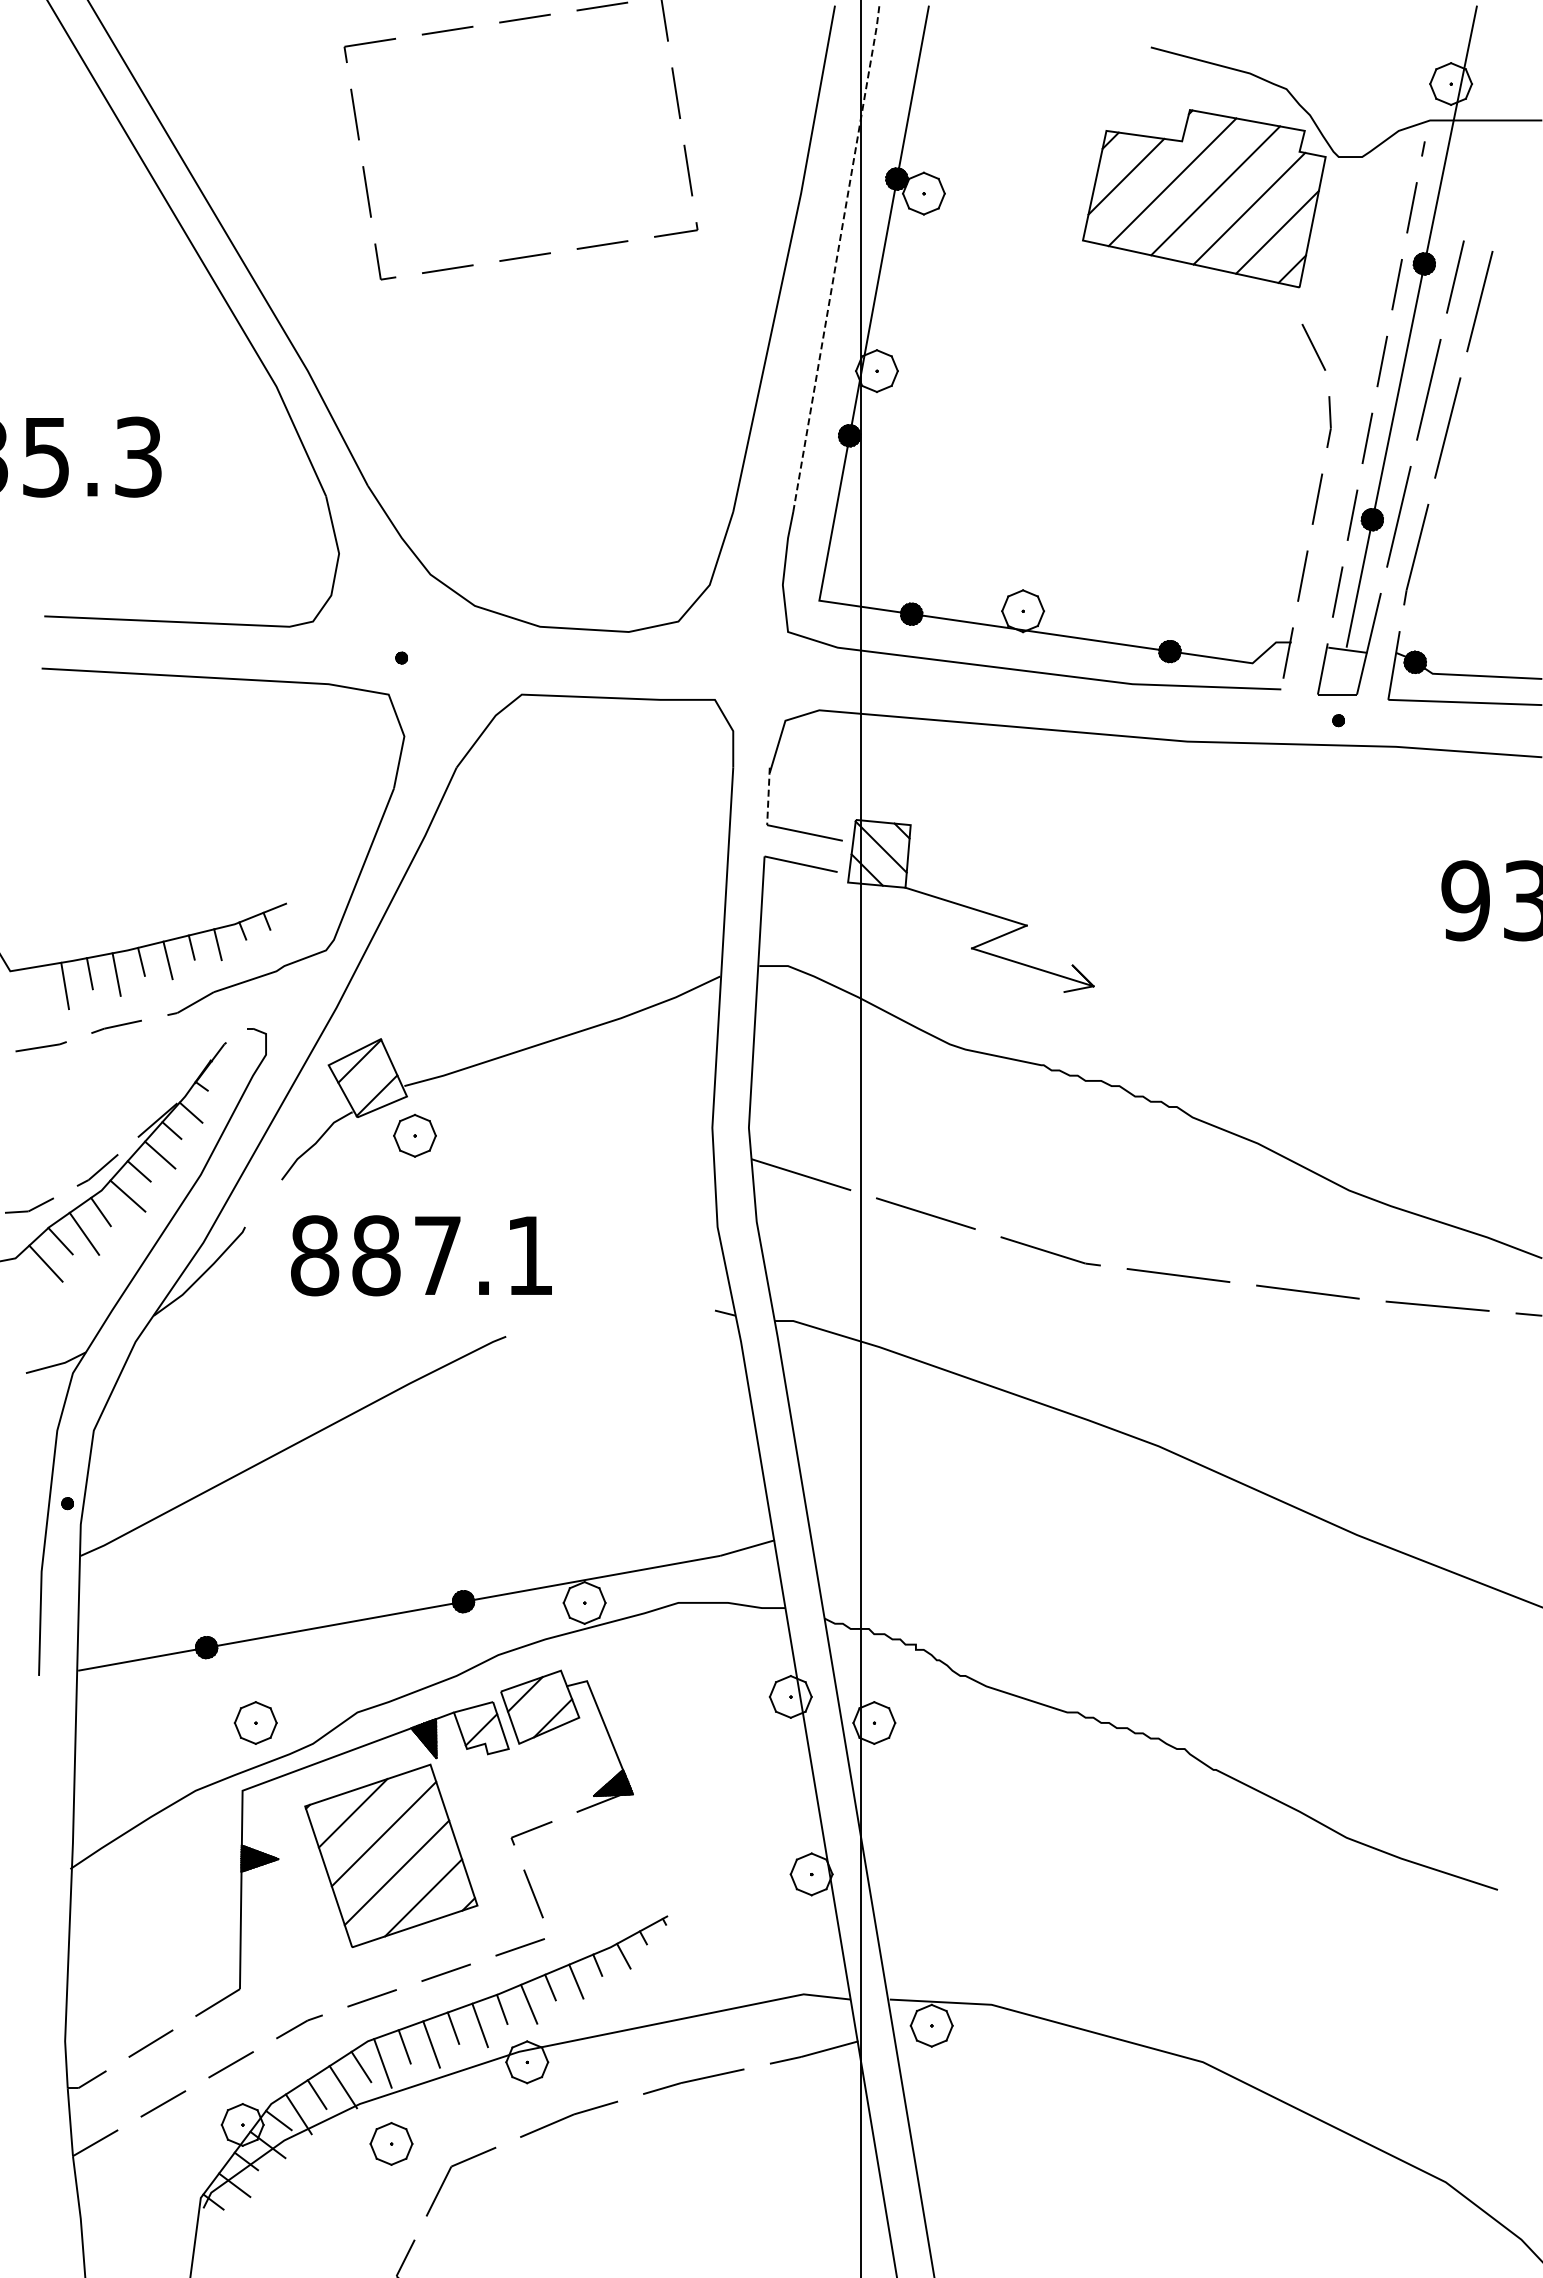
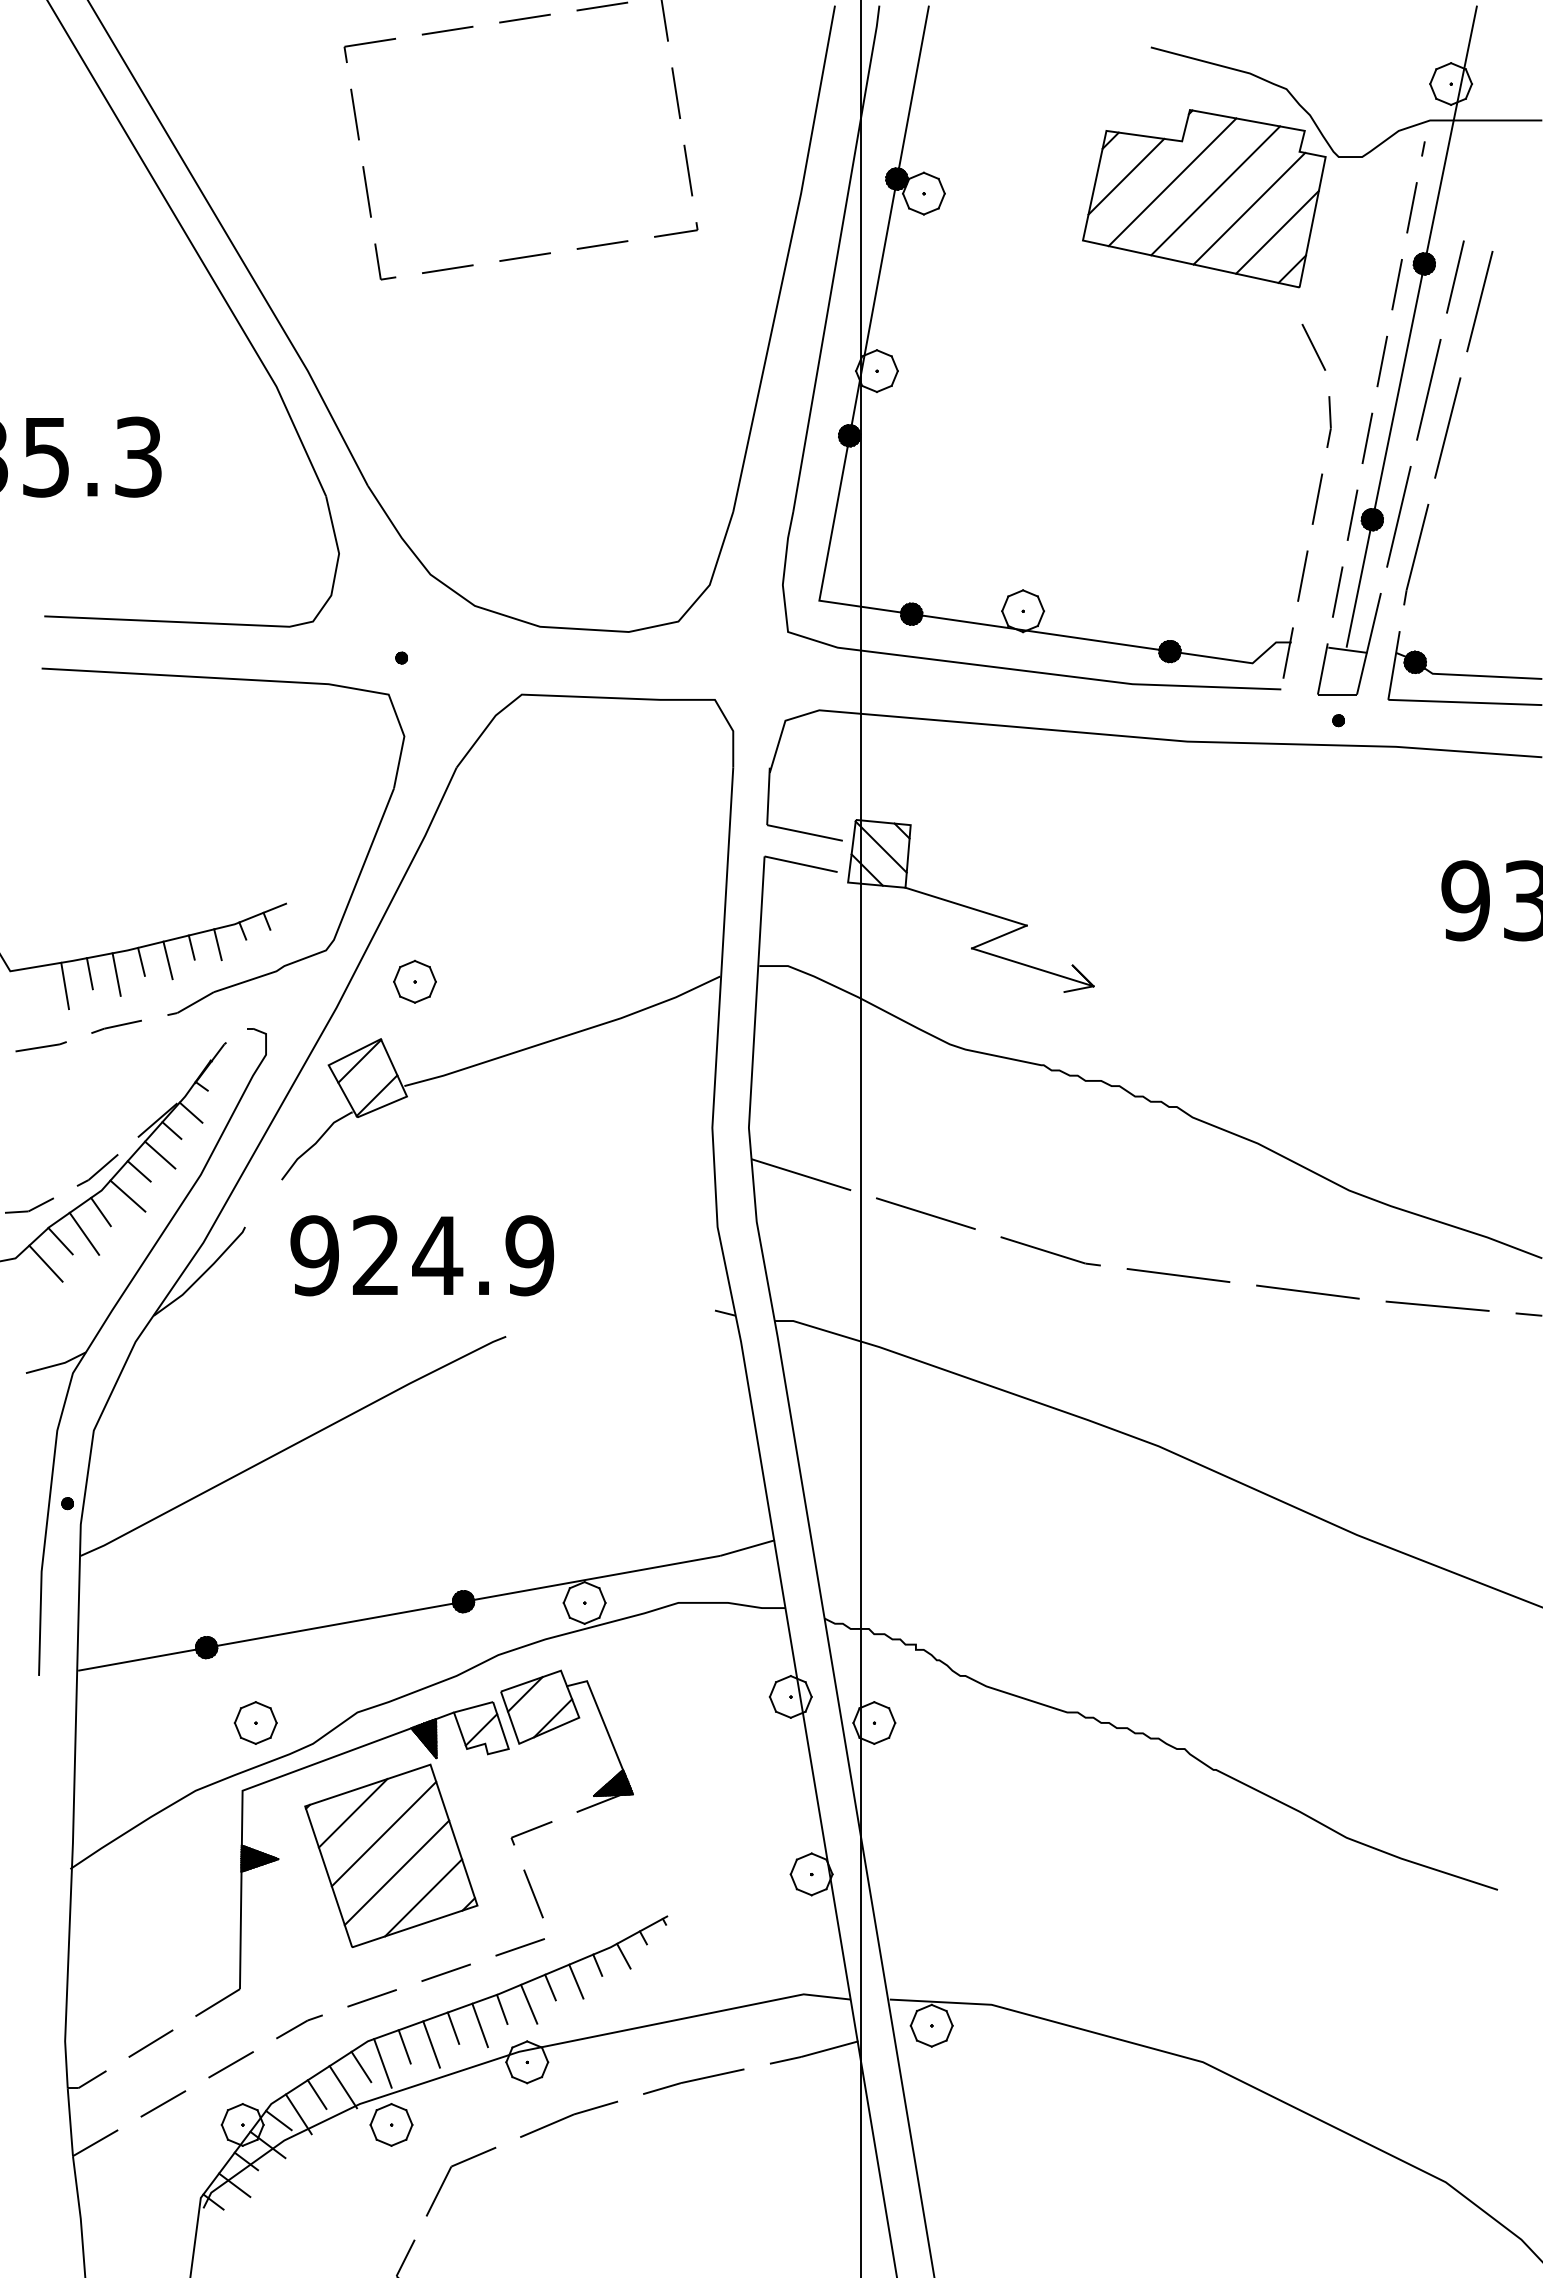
line at (836, 257): dashed -> solid
line at (768, 796): dashed -> solid
part at (414, 1135) position: (414, 1135) -> (414, 981)
text at (422, 1255): 887.1 -> 924.9
part at (391, 2143) position: (391, 2143) -> (391, 2124)
